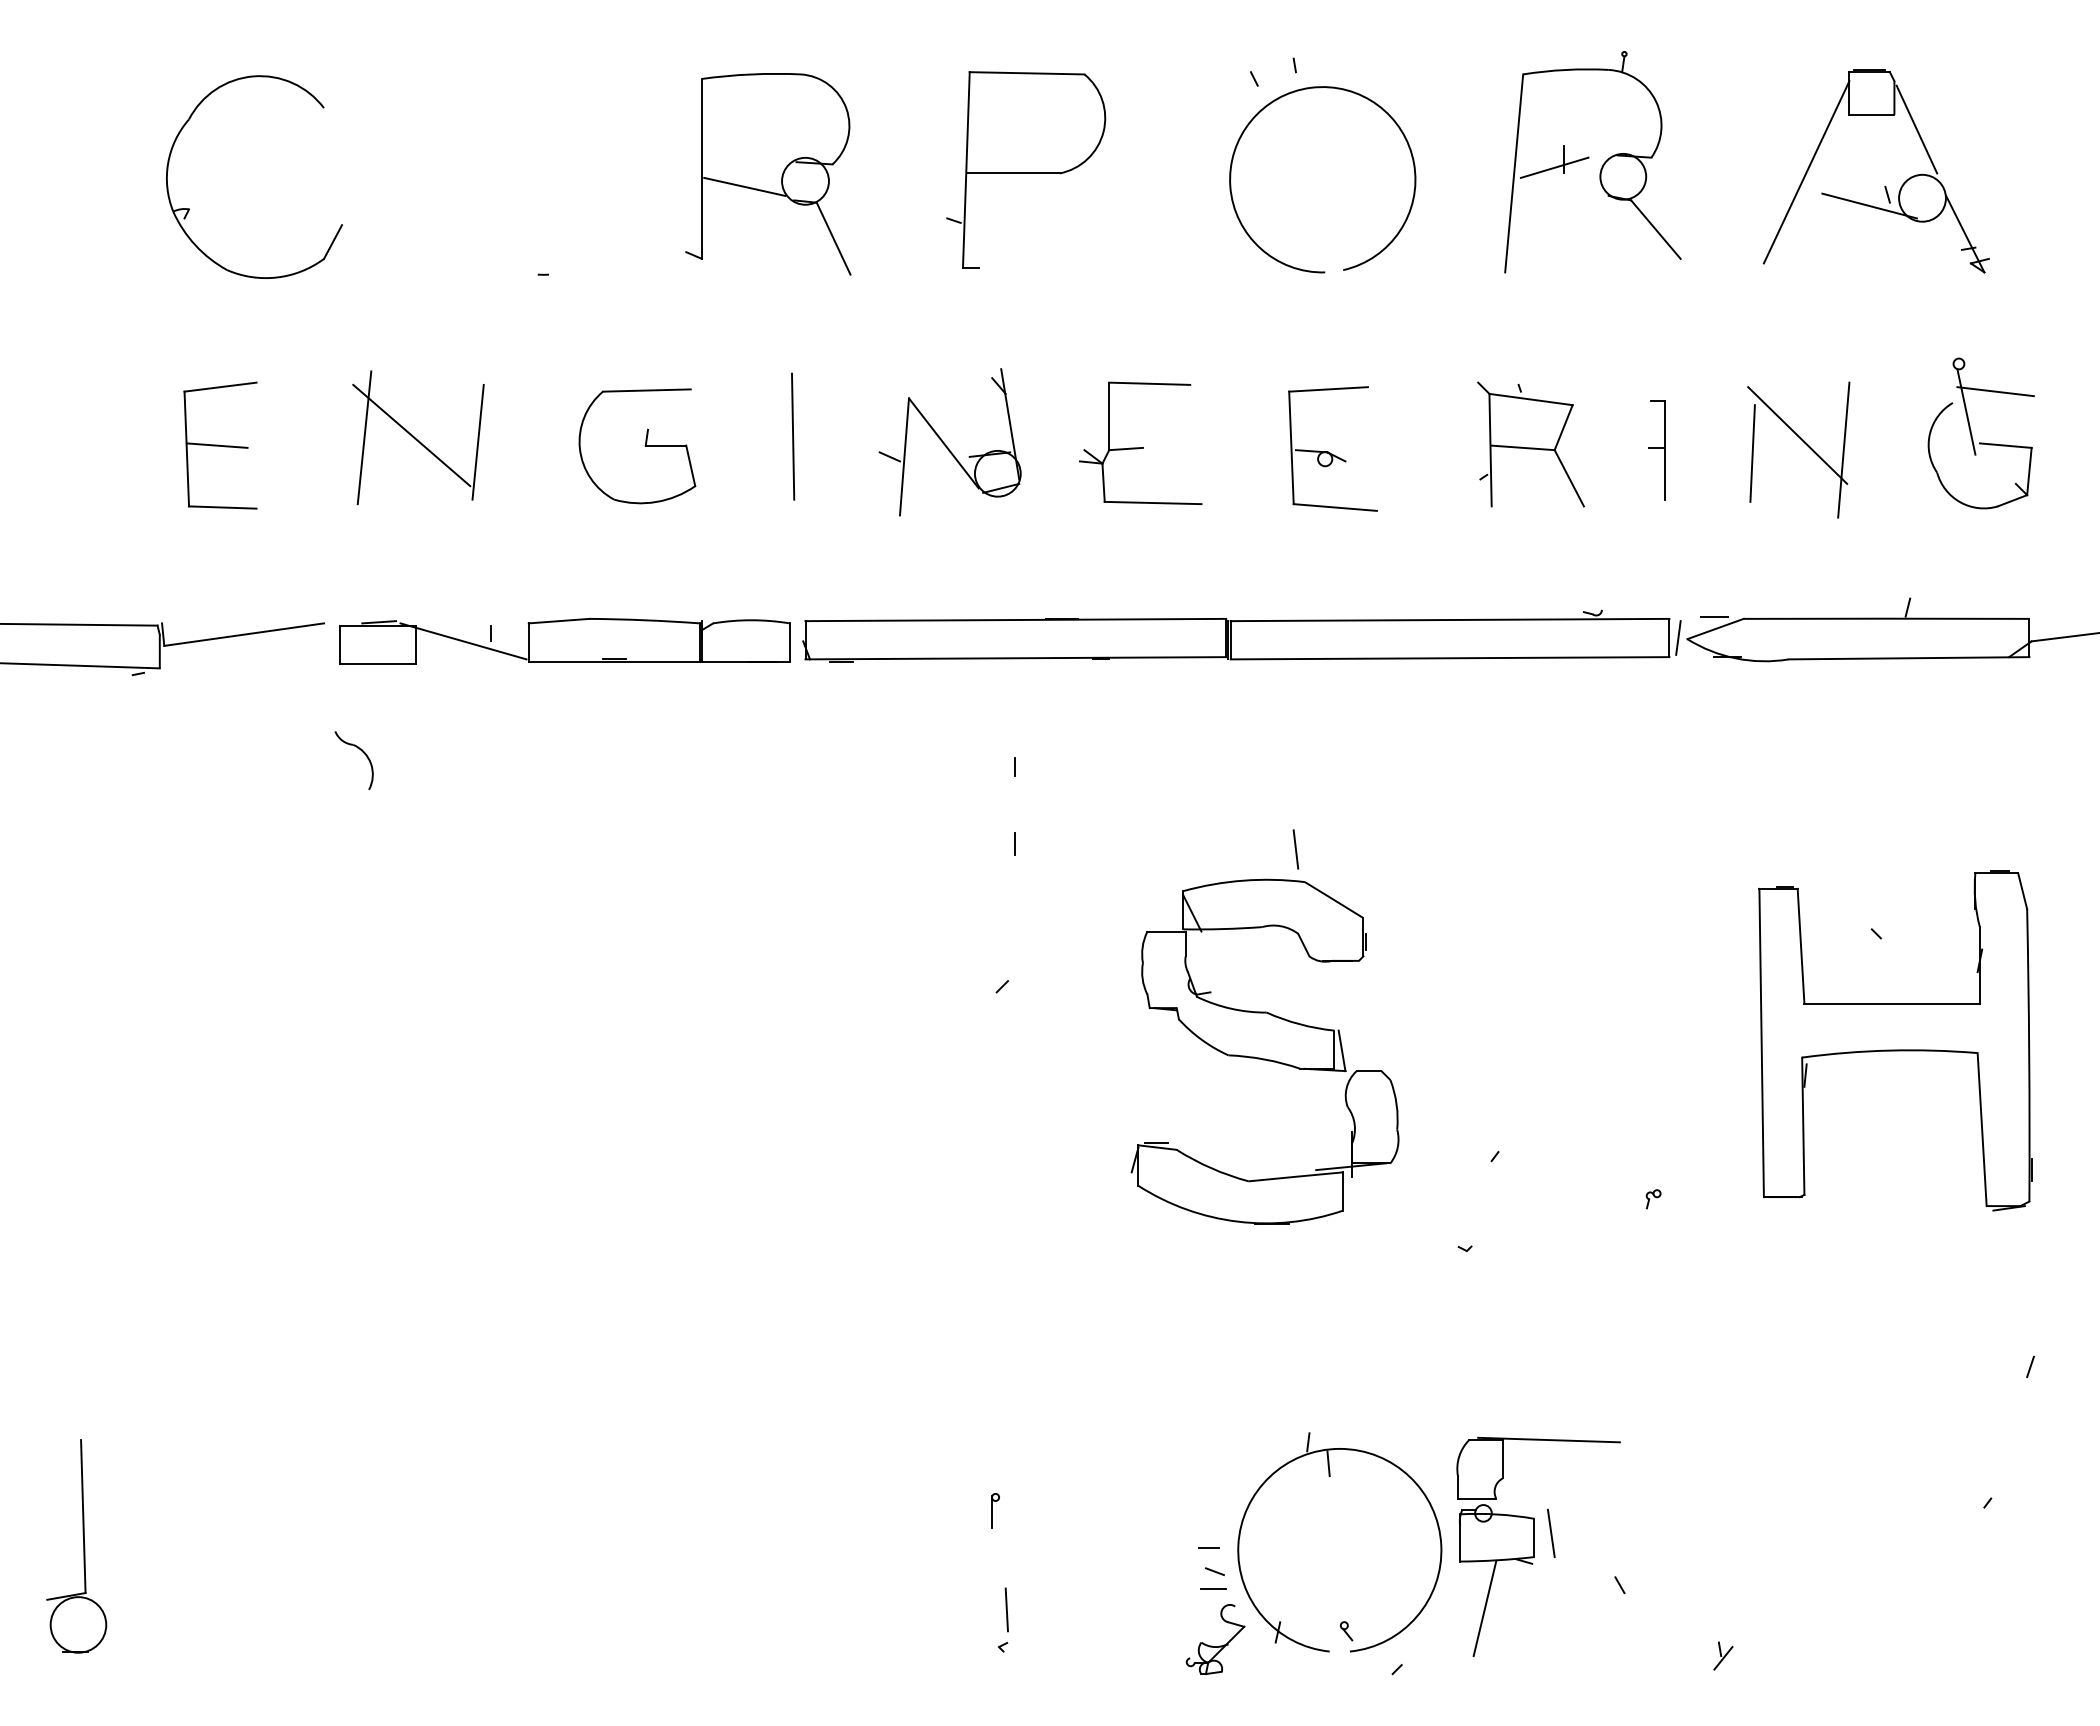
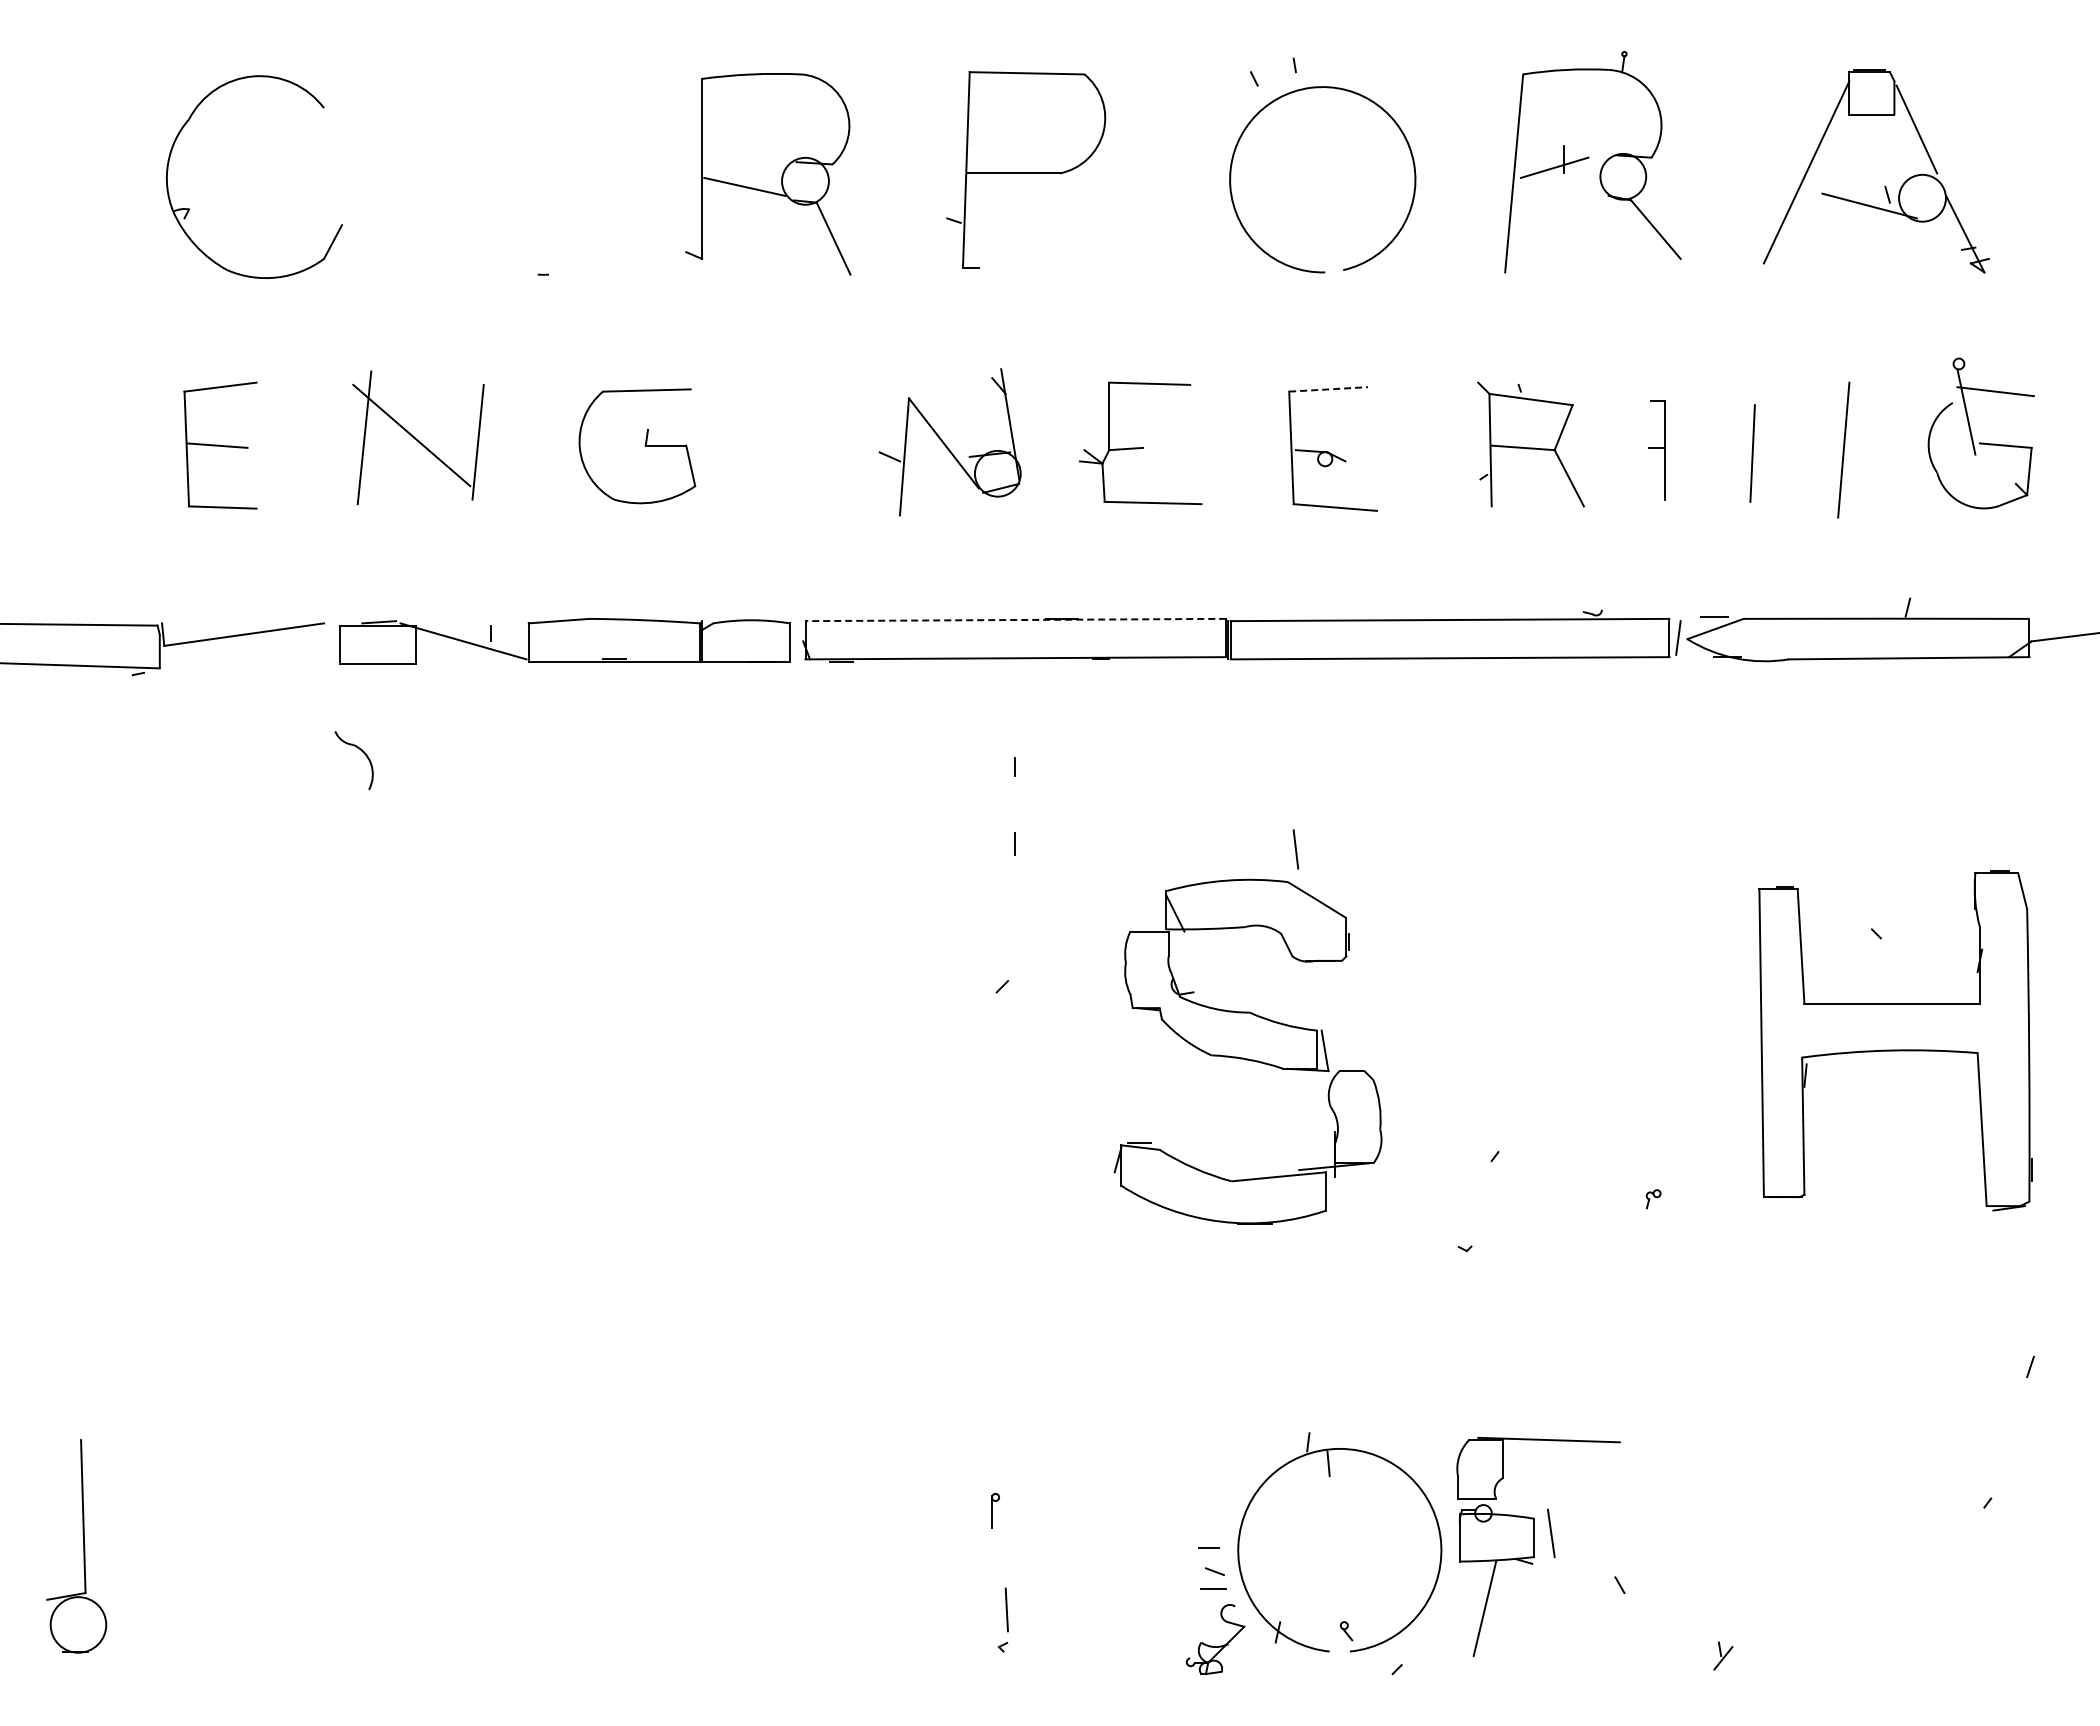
line at (1329, 389): solid -> dashed
line at (1797, 435): present -> none
line at (793, 436): present -> none
line at (1015, 620): solid -> dashed
part at (1264, 1051) position: (1264, 1051) -> (1247, 1051)
